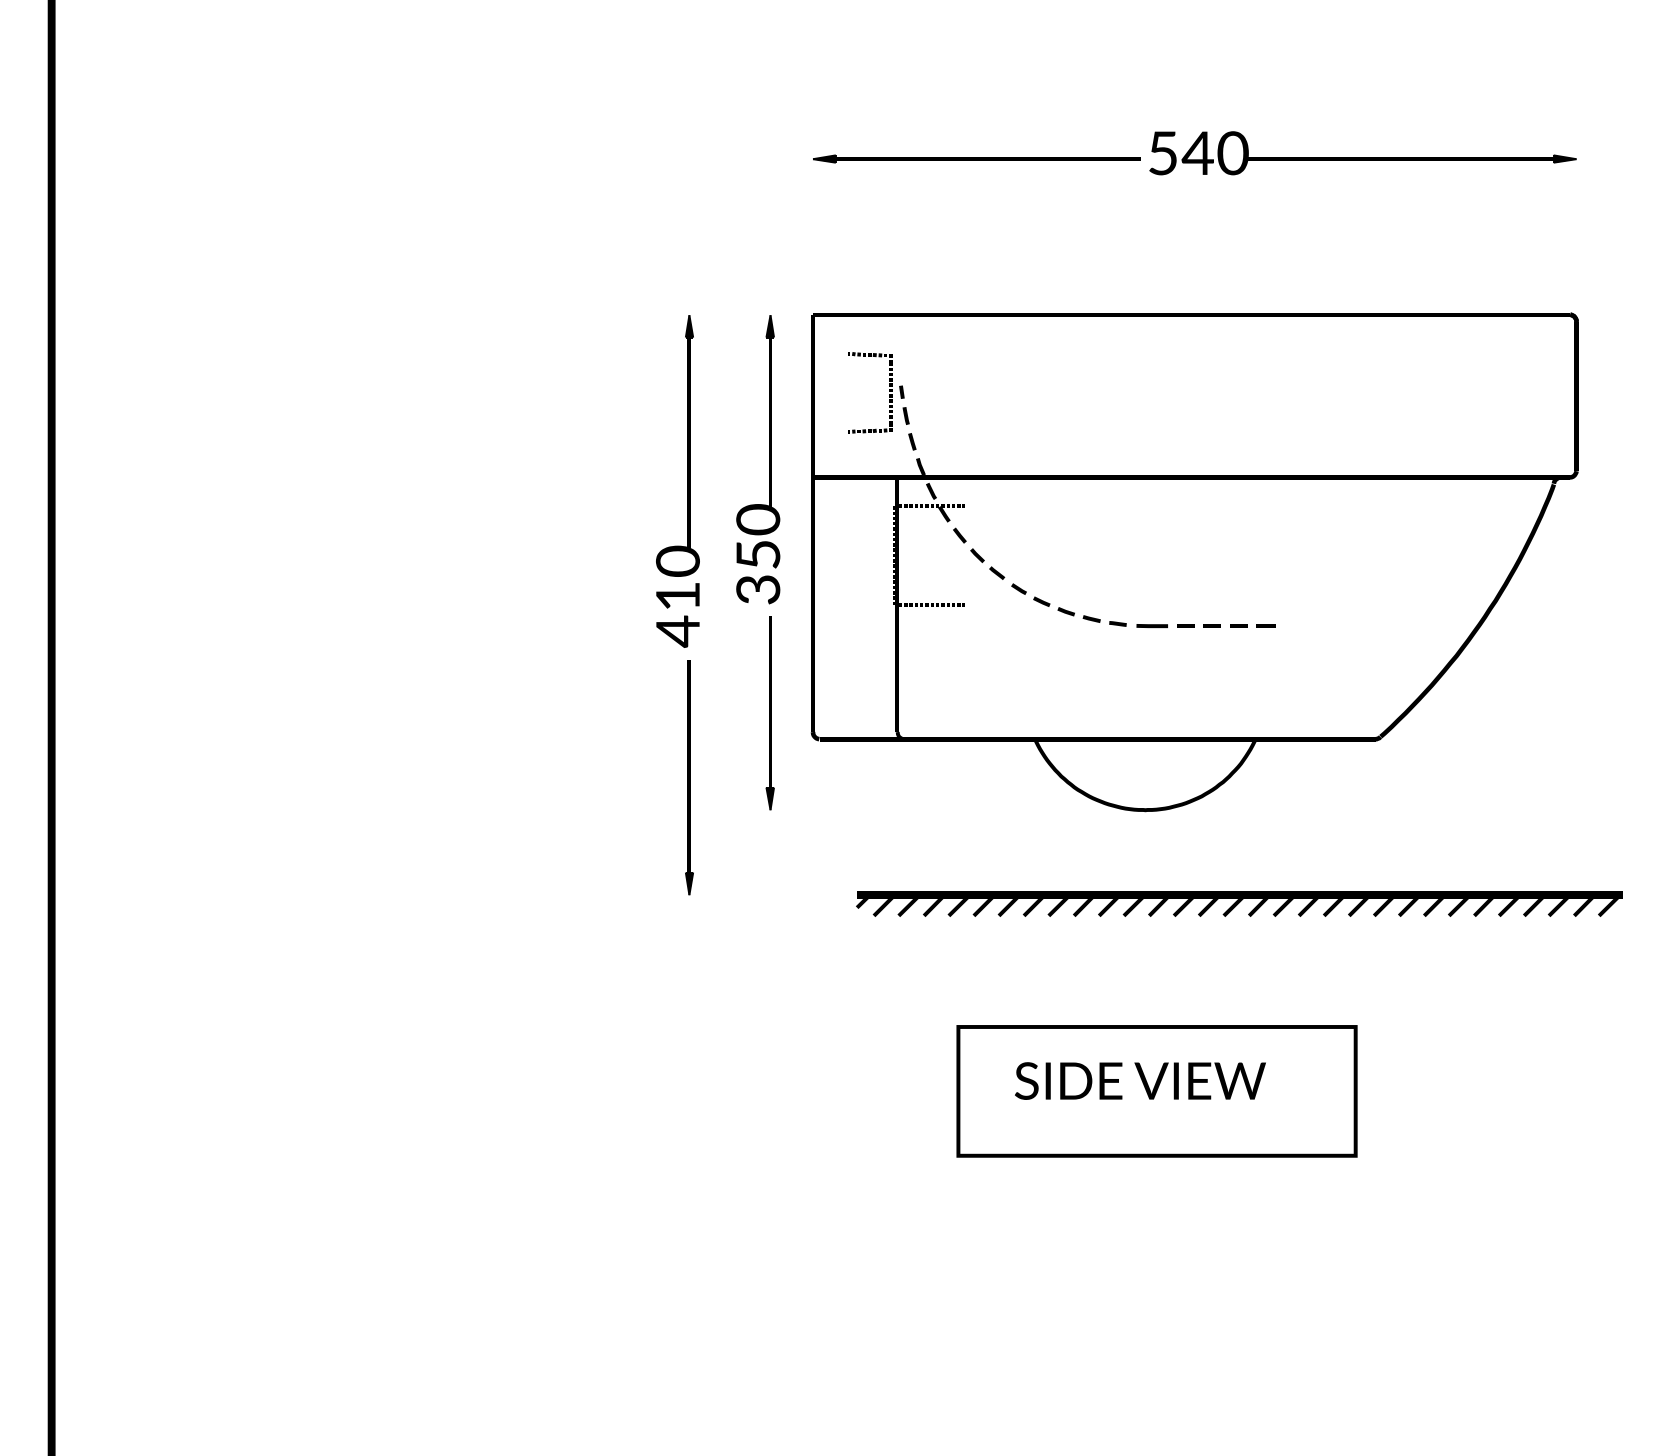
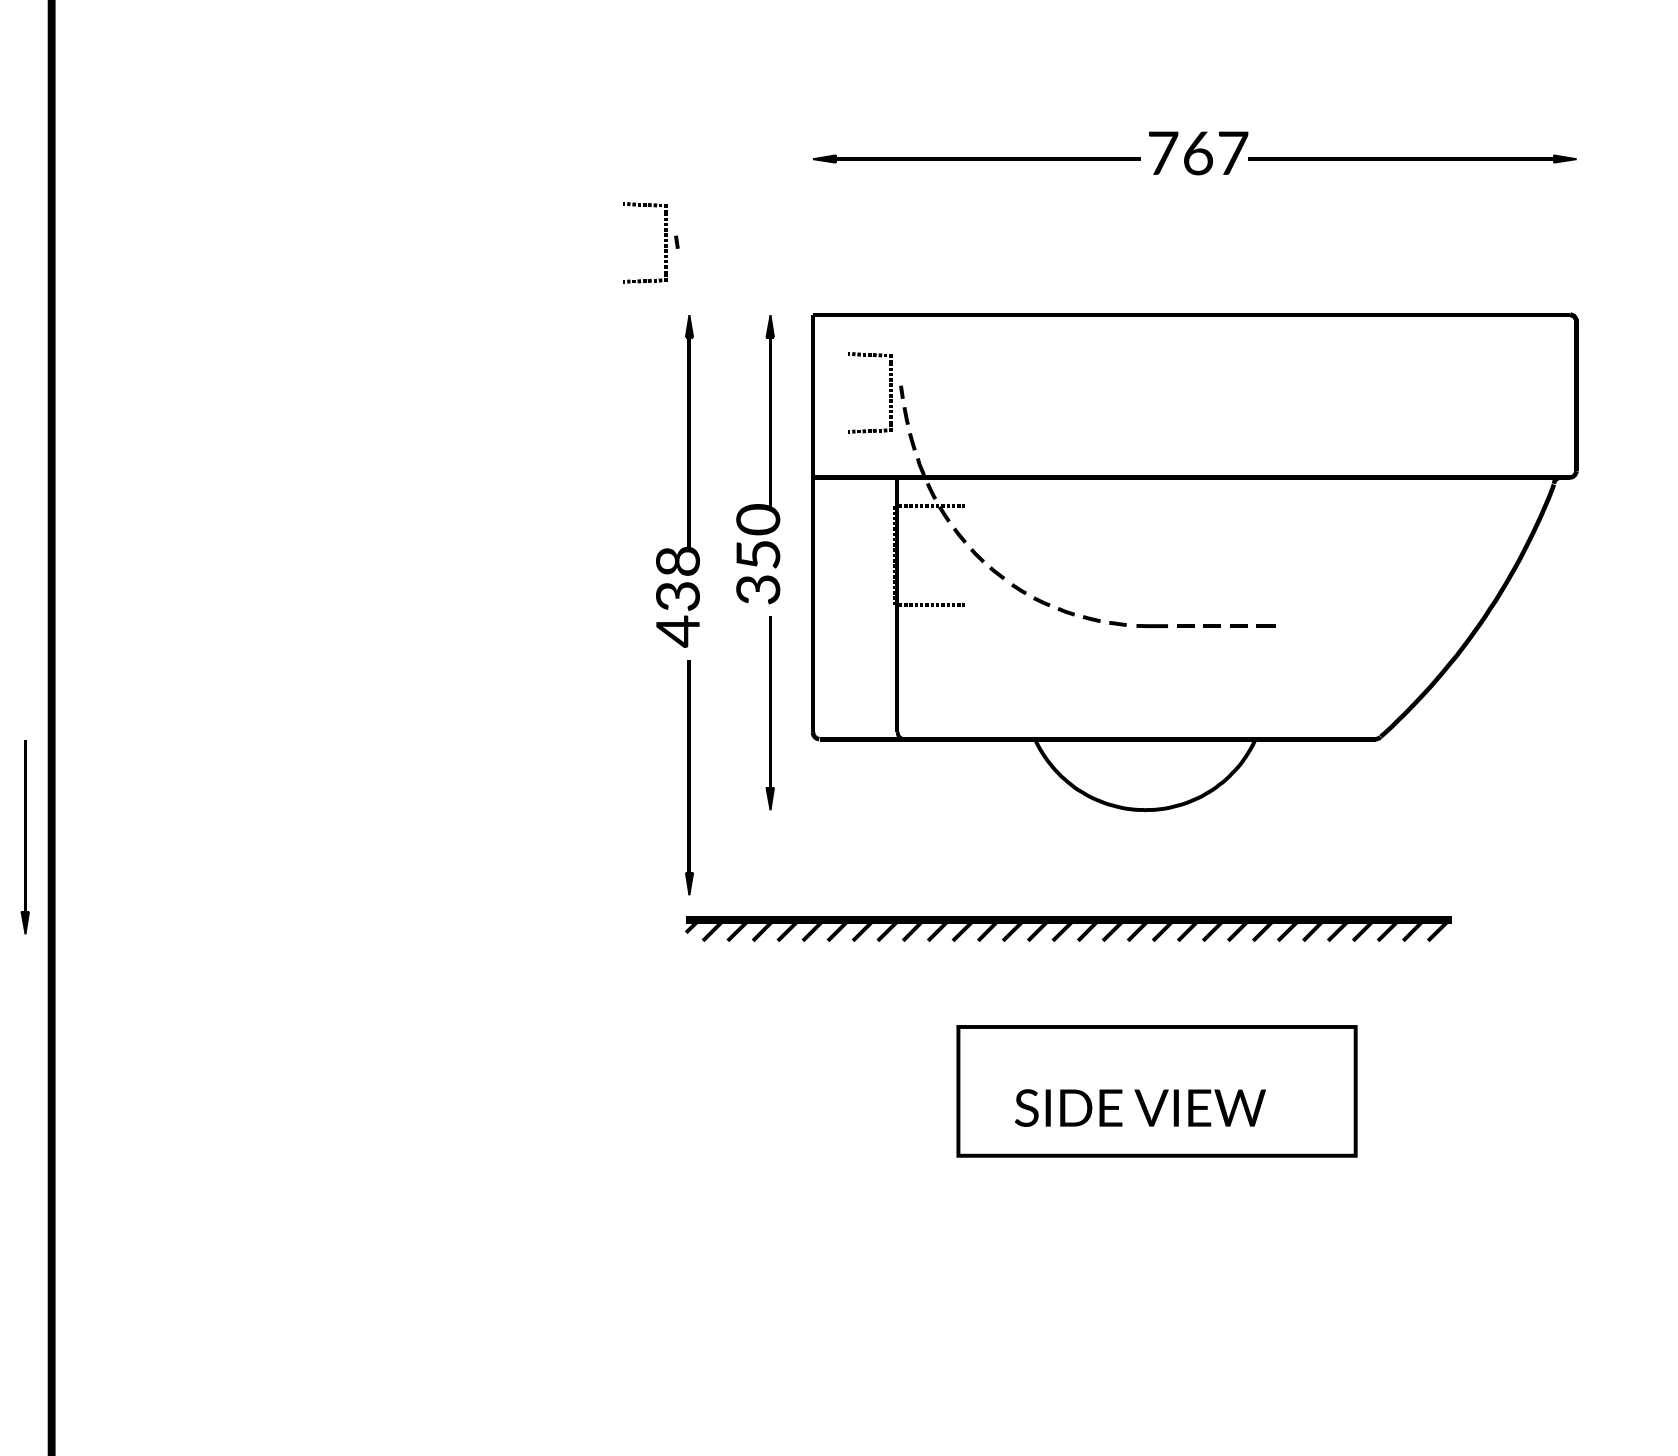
text at (1198, 153): 540 -> 767
part at (664, 241): none -> present
text at (677, 577): 410 -> 438
part at (24, 837): none -> present
part at (1239, 903) position: (1239, 903) -> (1068, 928)
text at (1140, 1080) position: (1140, 1080) -> (1140, 1107)
